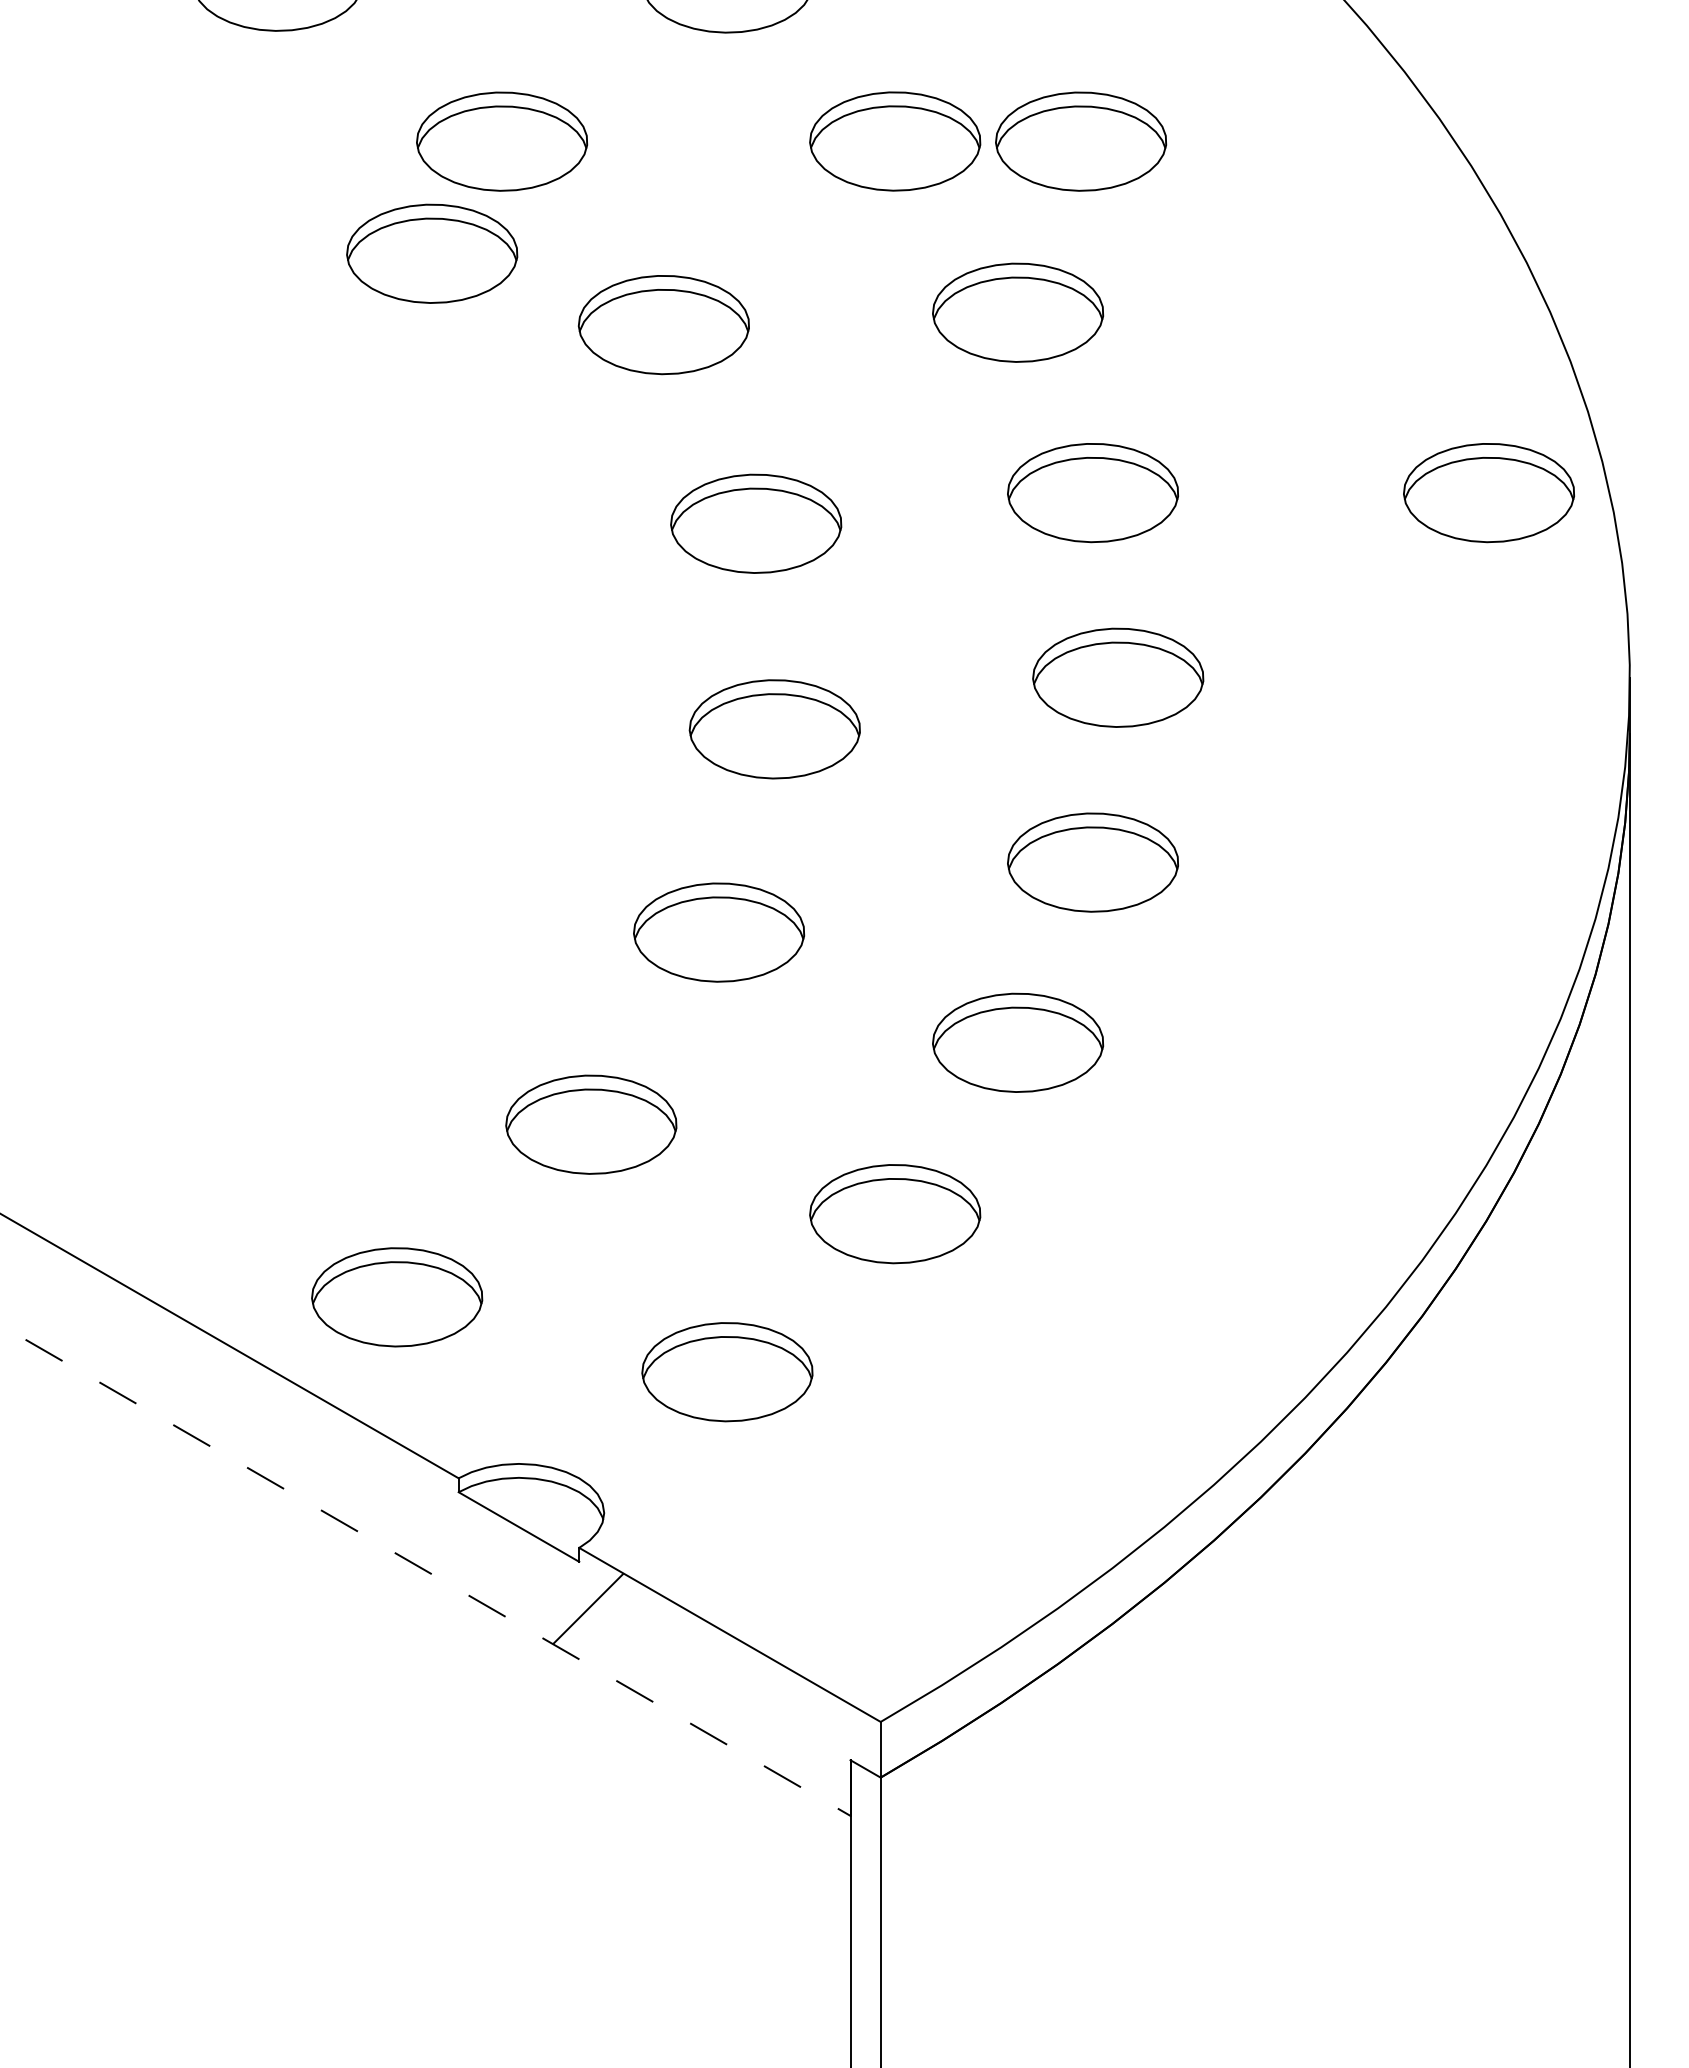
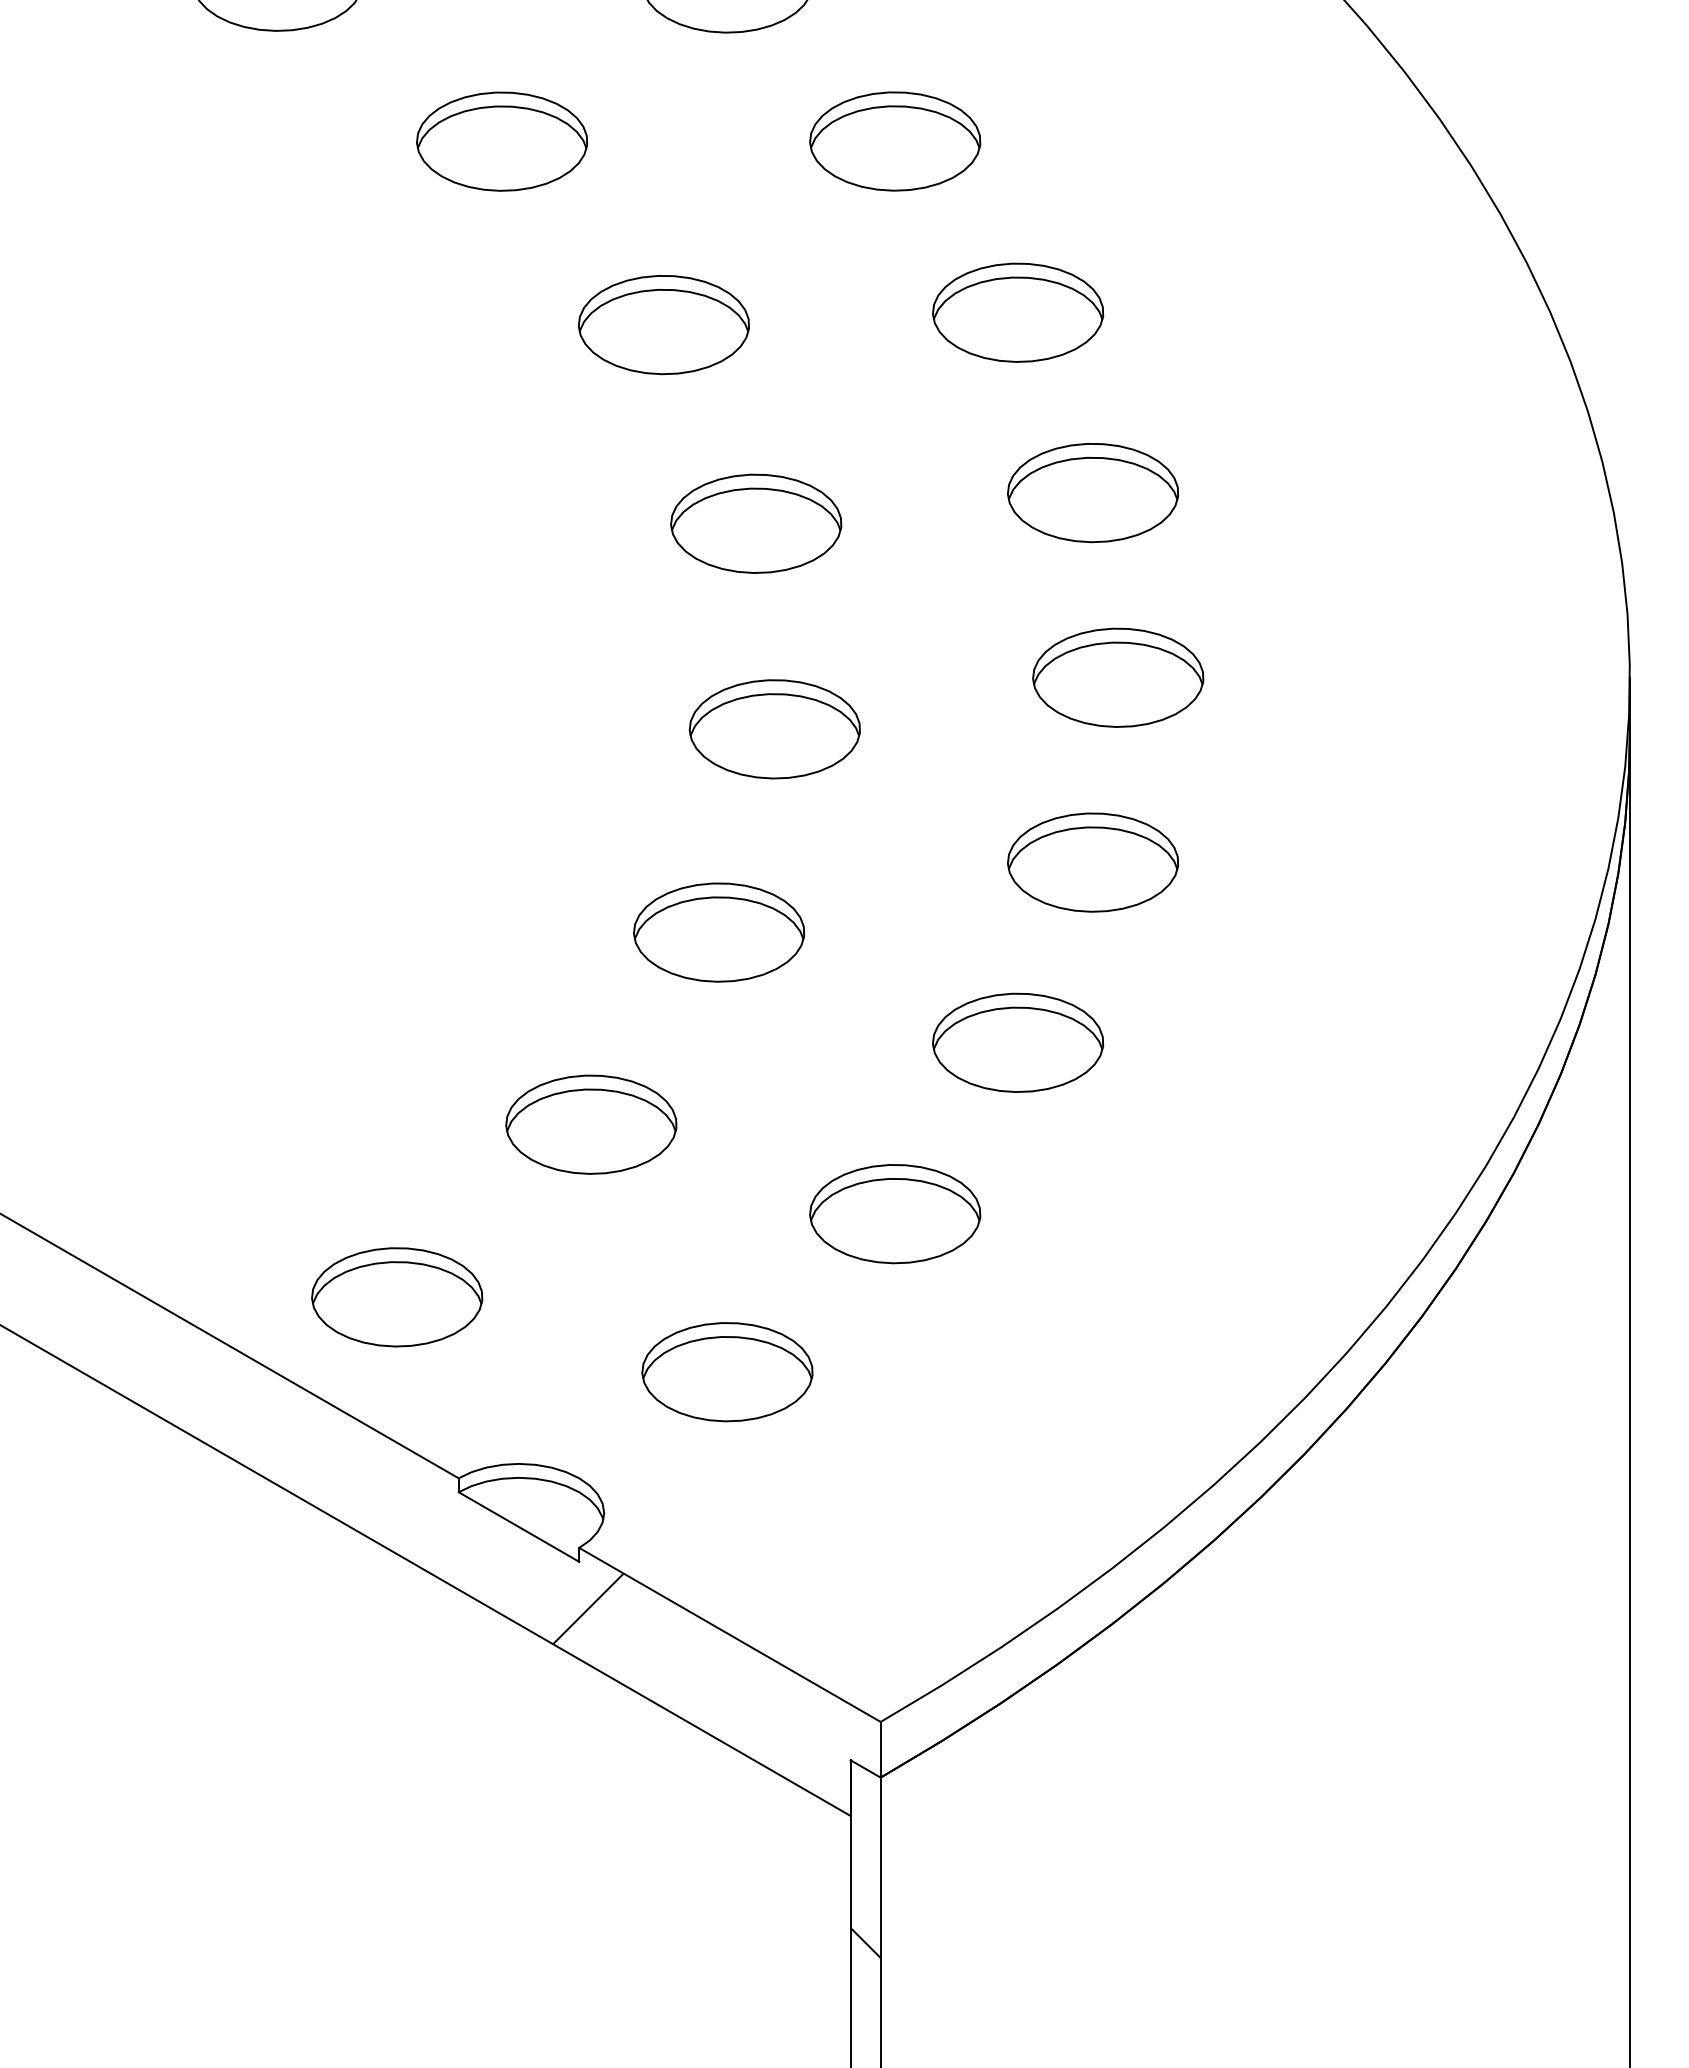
part at (1081, 141): present -> none
part at (432, 253): present -> none
part at (1488, 493): present -> none
line at (425, 1570): dashed -> solid
hatch at (865, 1942): none -> present
